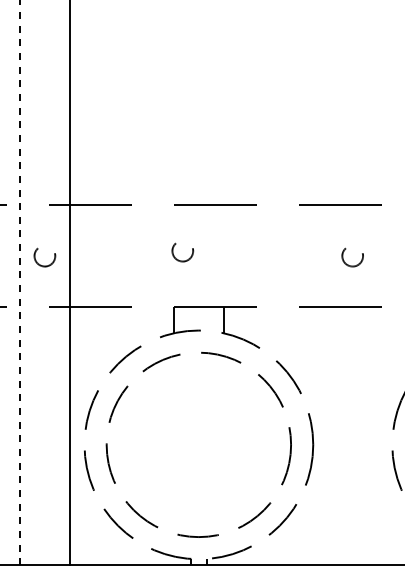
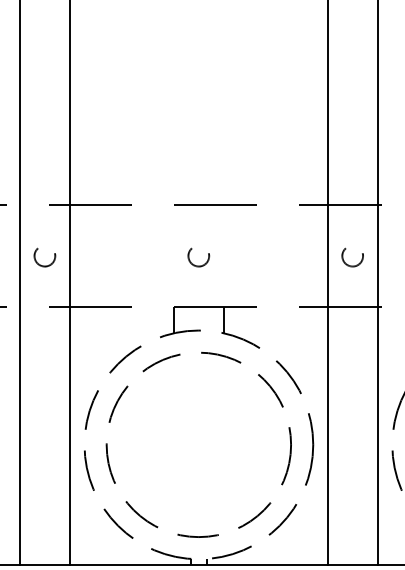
circle at (182, 252) position: (182, 252) -> (198, 257)
line at (19, 282): dashed -> solid
line at (327, 283): none -> present
line at (377, 283): none -> present
